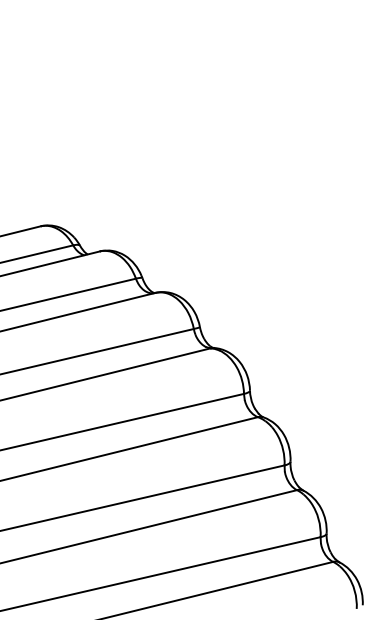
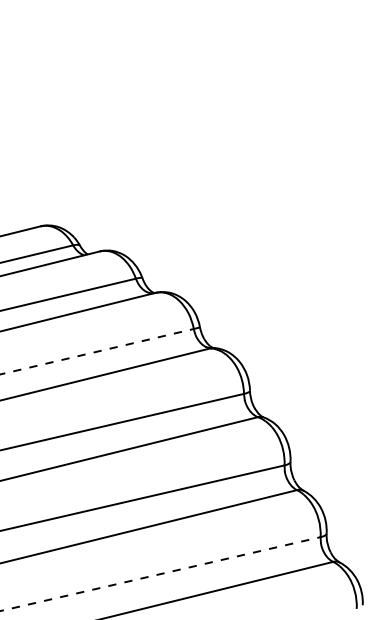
line at (97, 351): solid -> dashed
line at (160, 574): solid -> dashed
